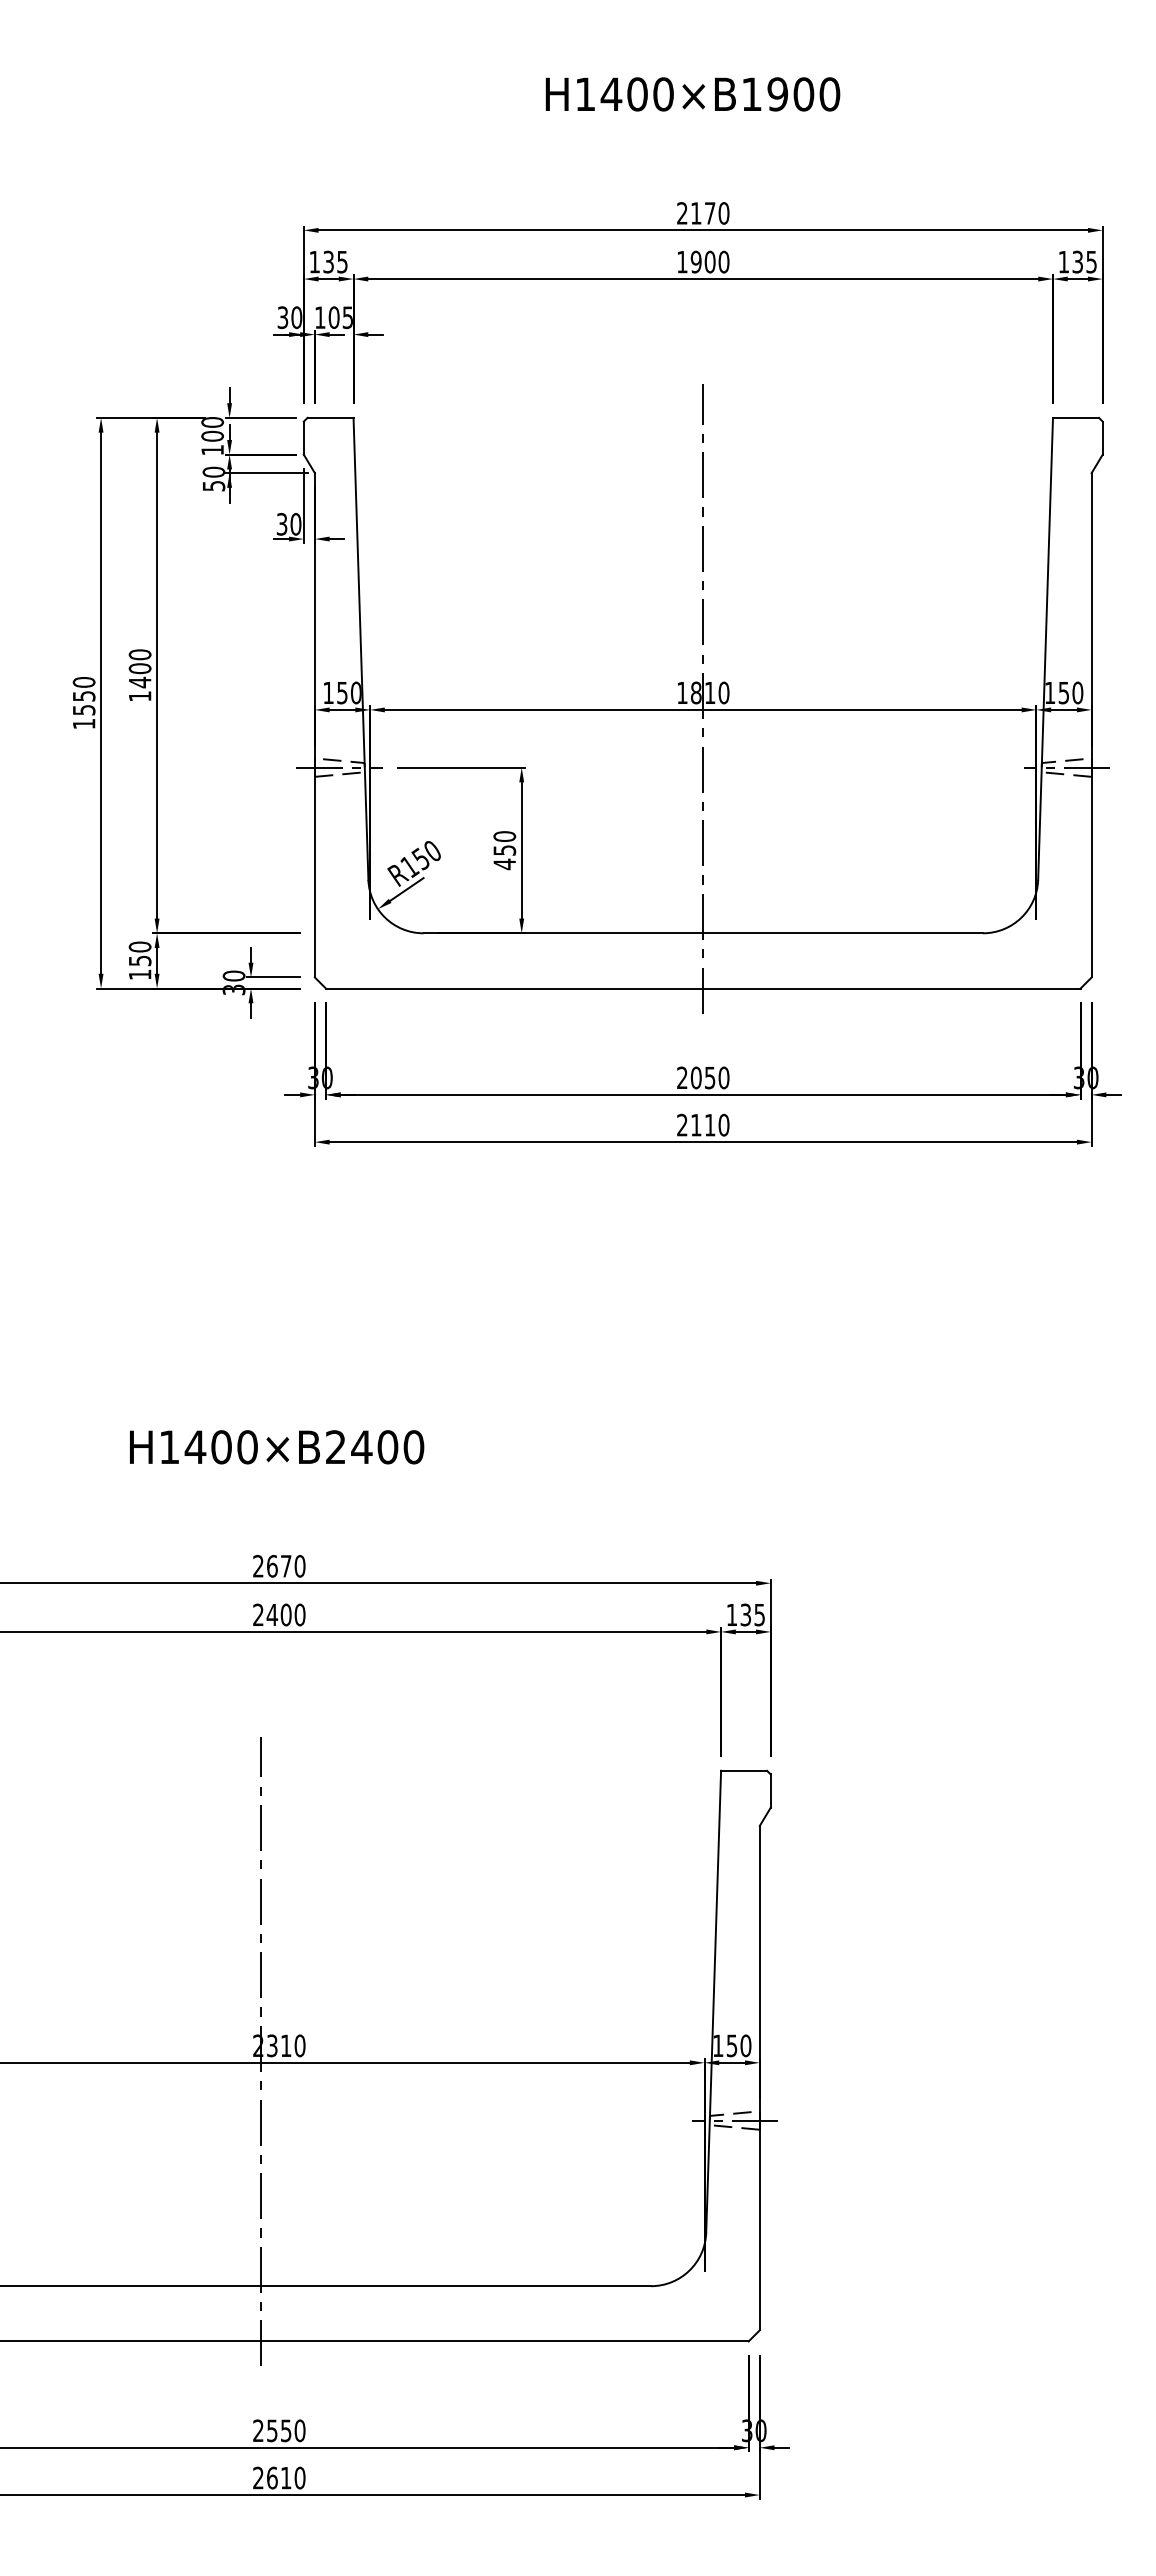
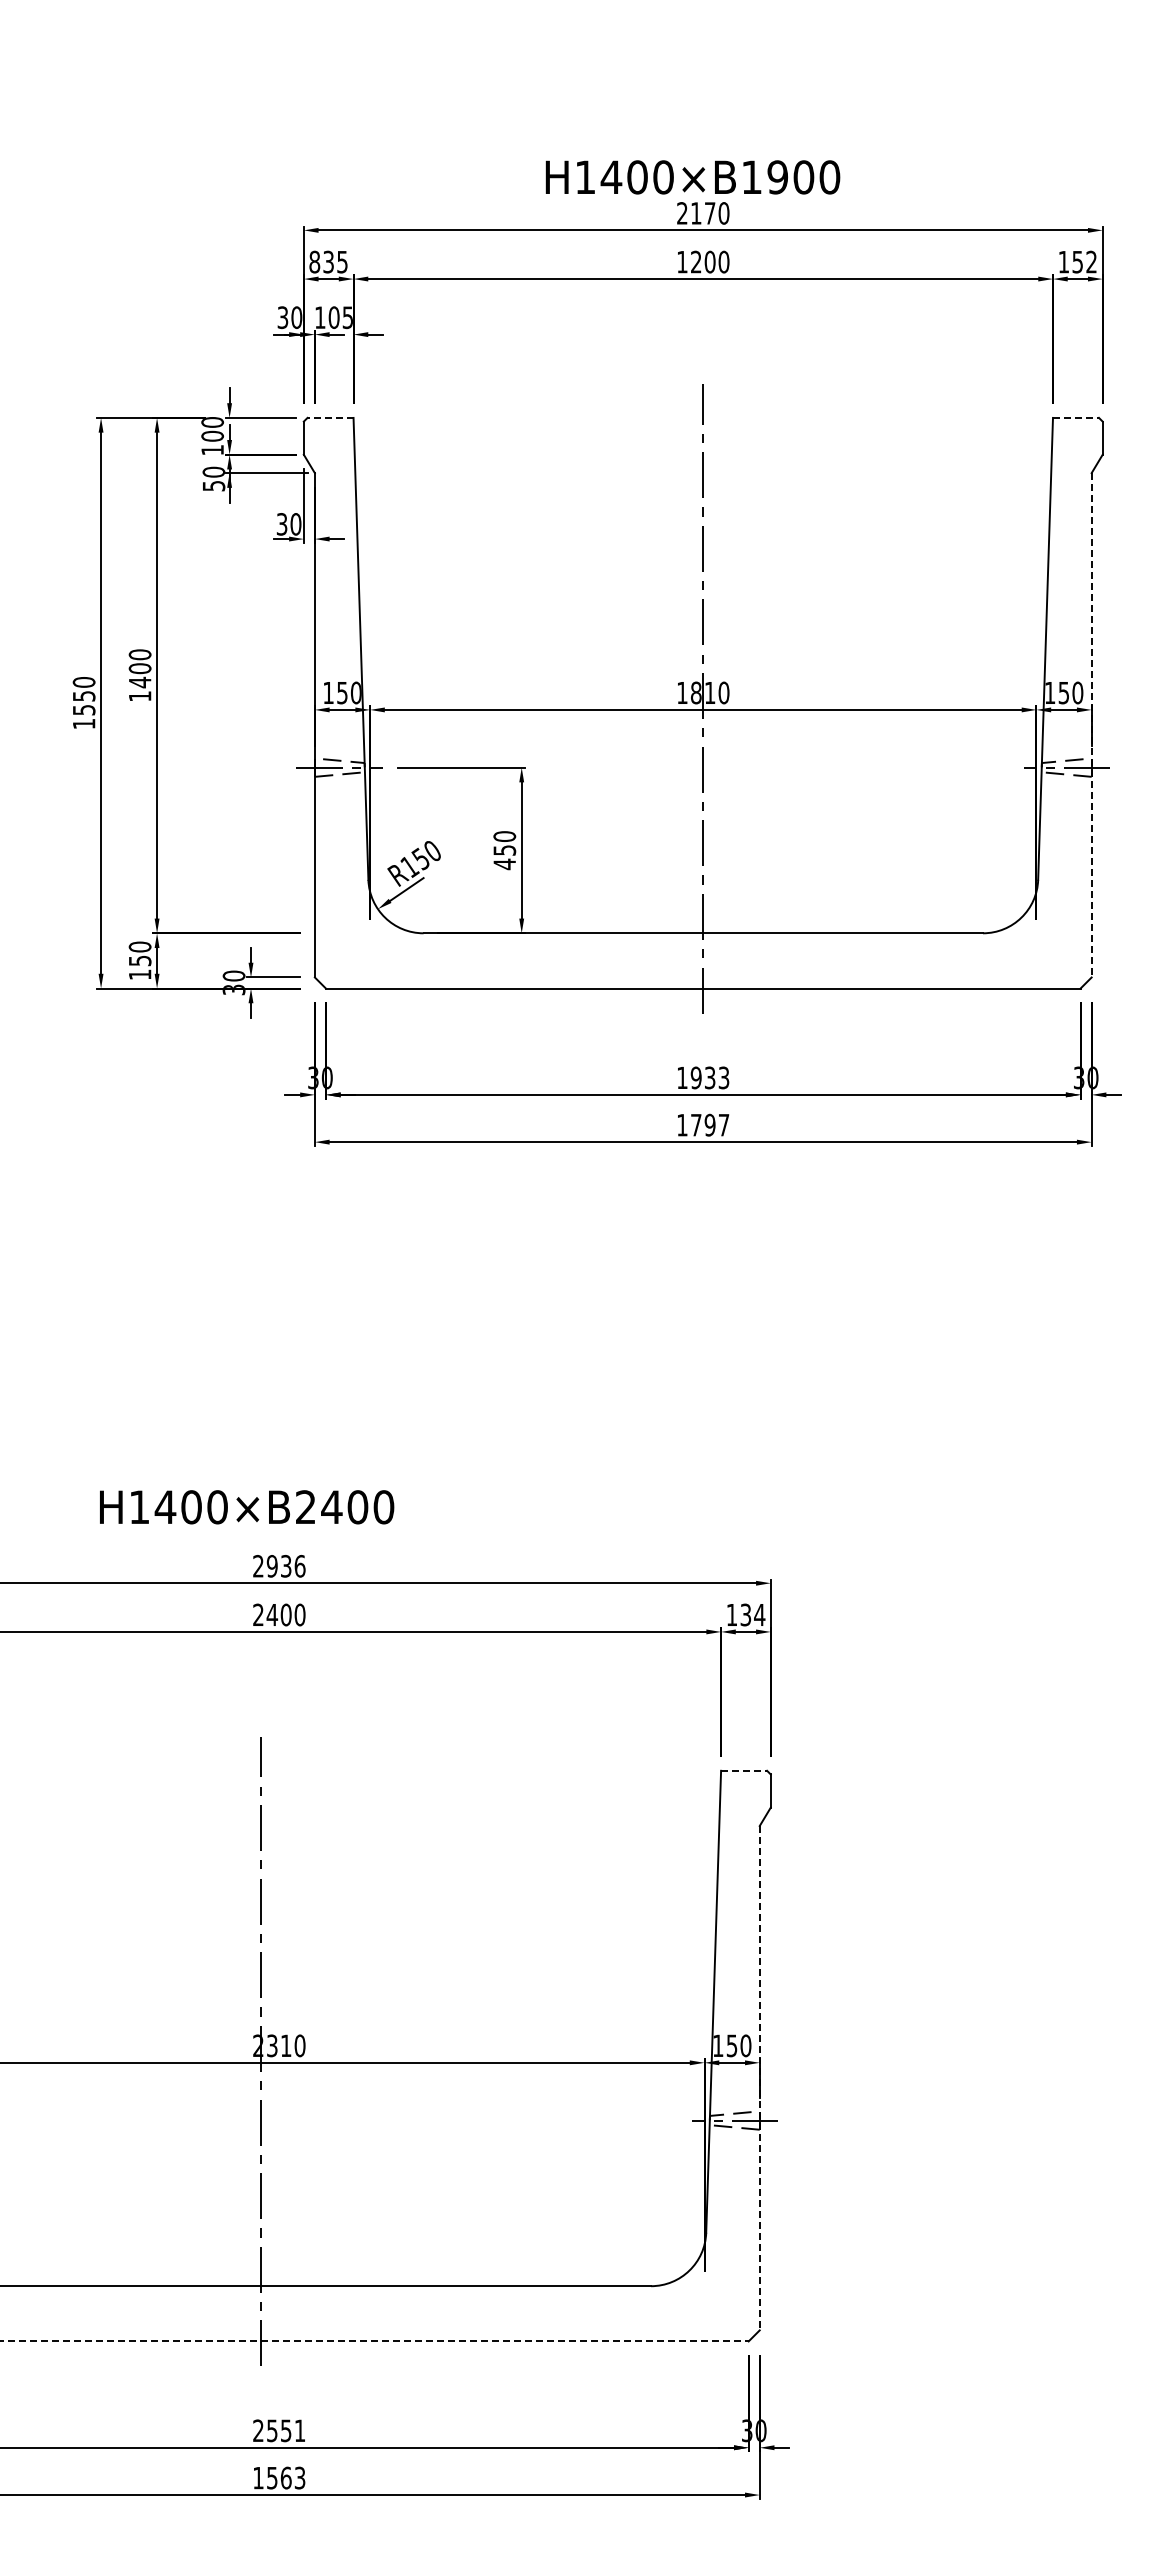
text at (692, 94) position: (692, 94) -> (692, 177)
text at (314, 261): 135 -> 835
text at (695, 261): 1900 -> 1200
text at (1084, 261): 135 -> 152
line at (330, 417): solid -> dashed
line at (1076, 417): solid -> dashed
line at (1091, 725): solid -> dashed
text at (703, 1077): 2050 -> 1933
text at (703, 1124): 2110 -> 1797
text at (277, 1447) position: (277, 1447) -> (247, 1507)
text at (285, 1565): 2670 -> 2936
text at (759, 1615): 135 -> 134
line at (744, 1770): solid -> dashed
line at (759, 2078): solid -> dashed
line at (374, 2341): solid -> dashed
text at (299, 2430): 2550 -> 2551
text at (279, 2477): 2610 -> 1563
